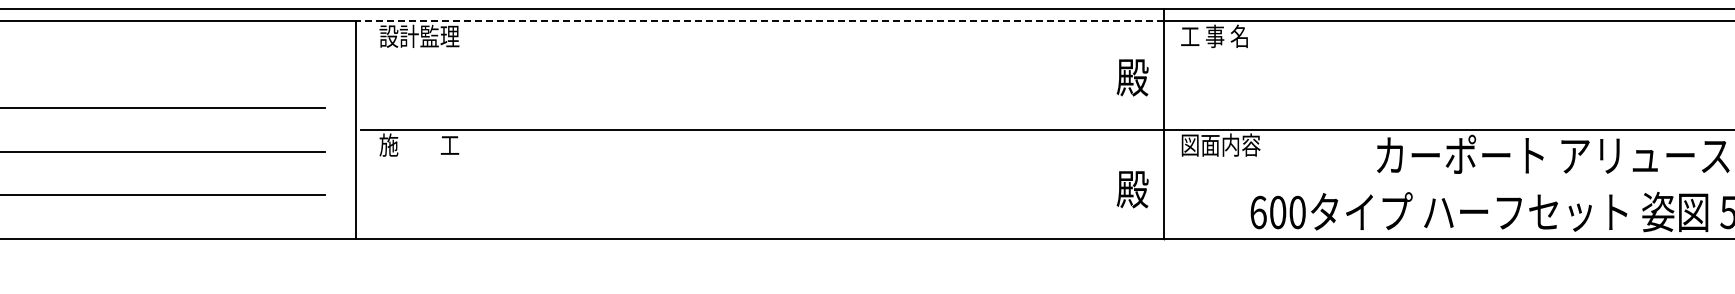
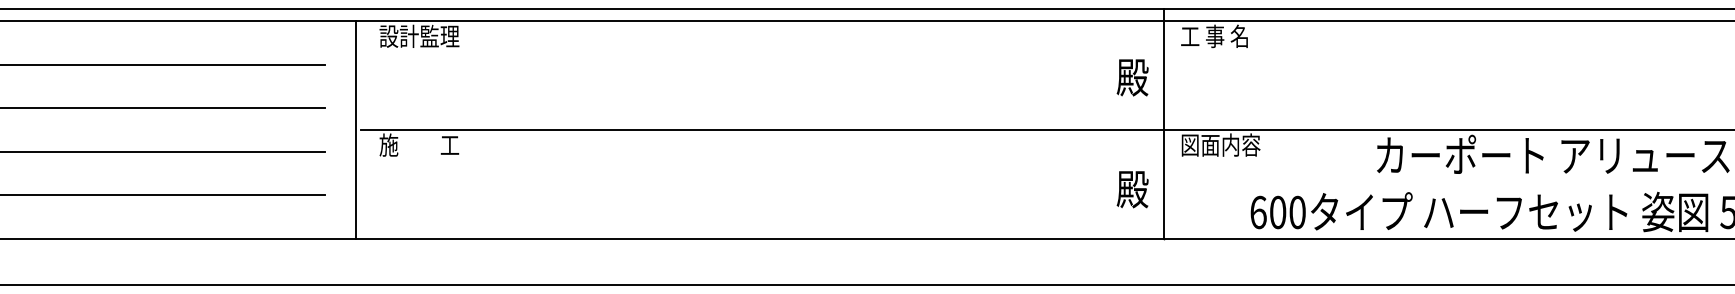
line at (759, 21): dashed -> solid
line at (163, 64): none -> present
line at (866, 285): none -> present
